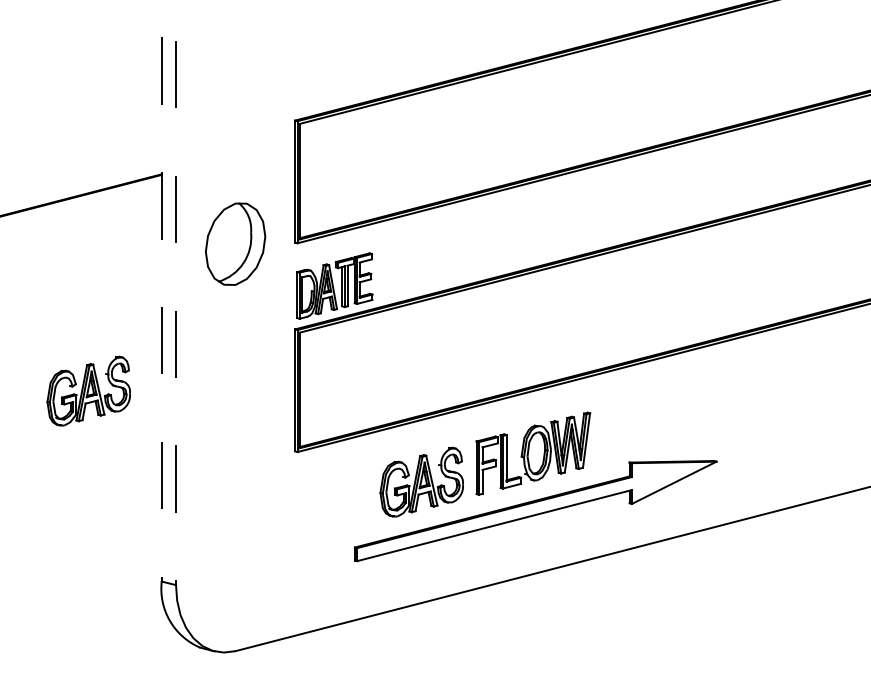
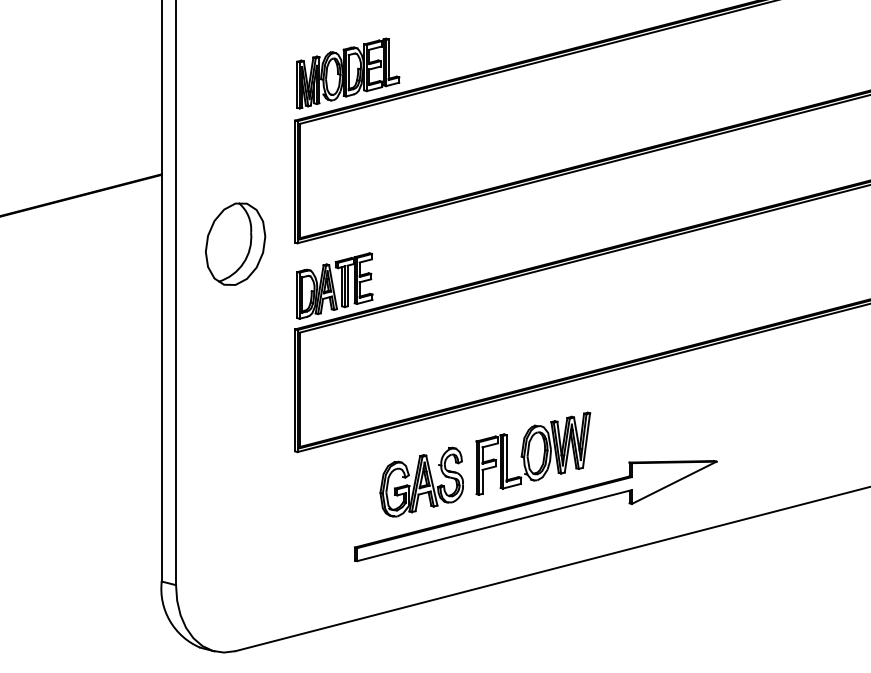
part at (348, 73): none -> present
line at (161, 291): dashed -> solid
line at (176, 293): dashed -> solid
part at (88, 390): present -> none
